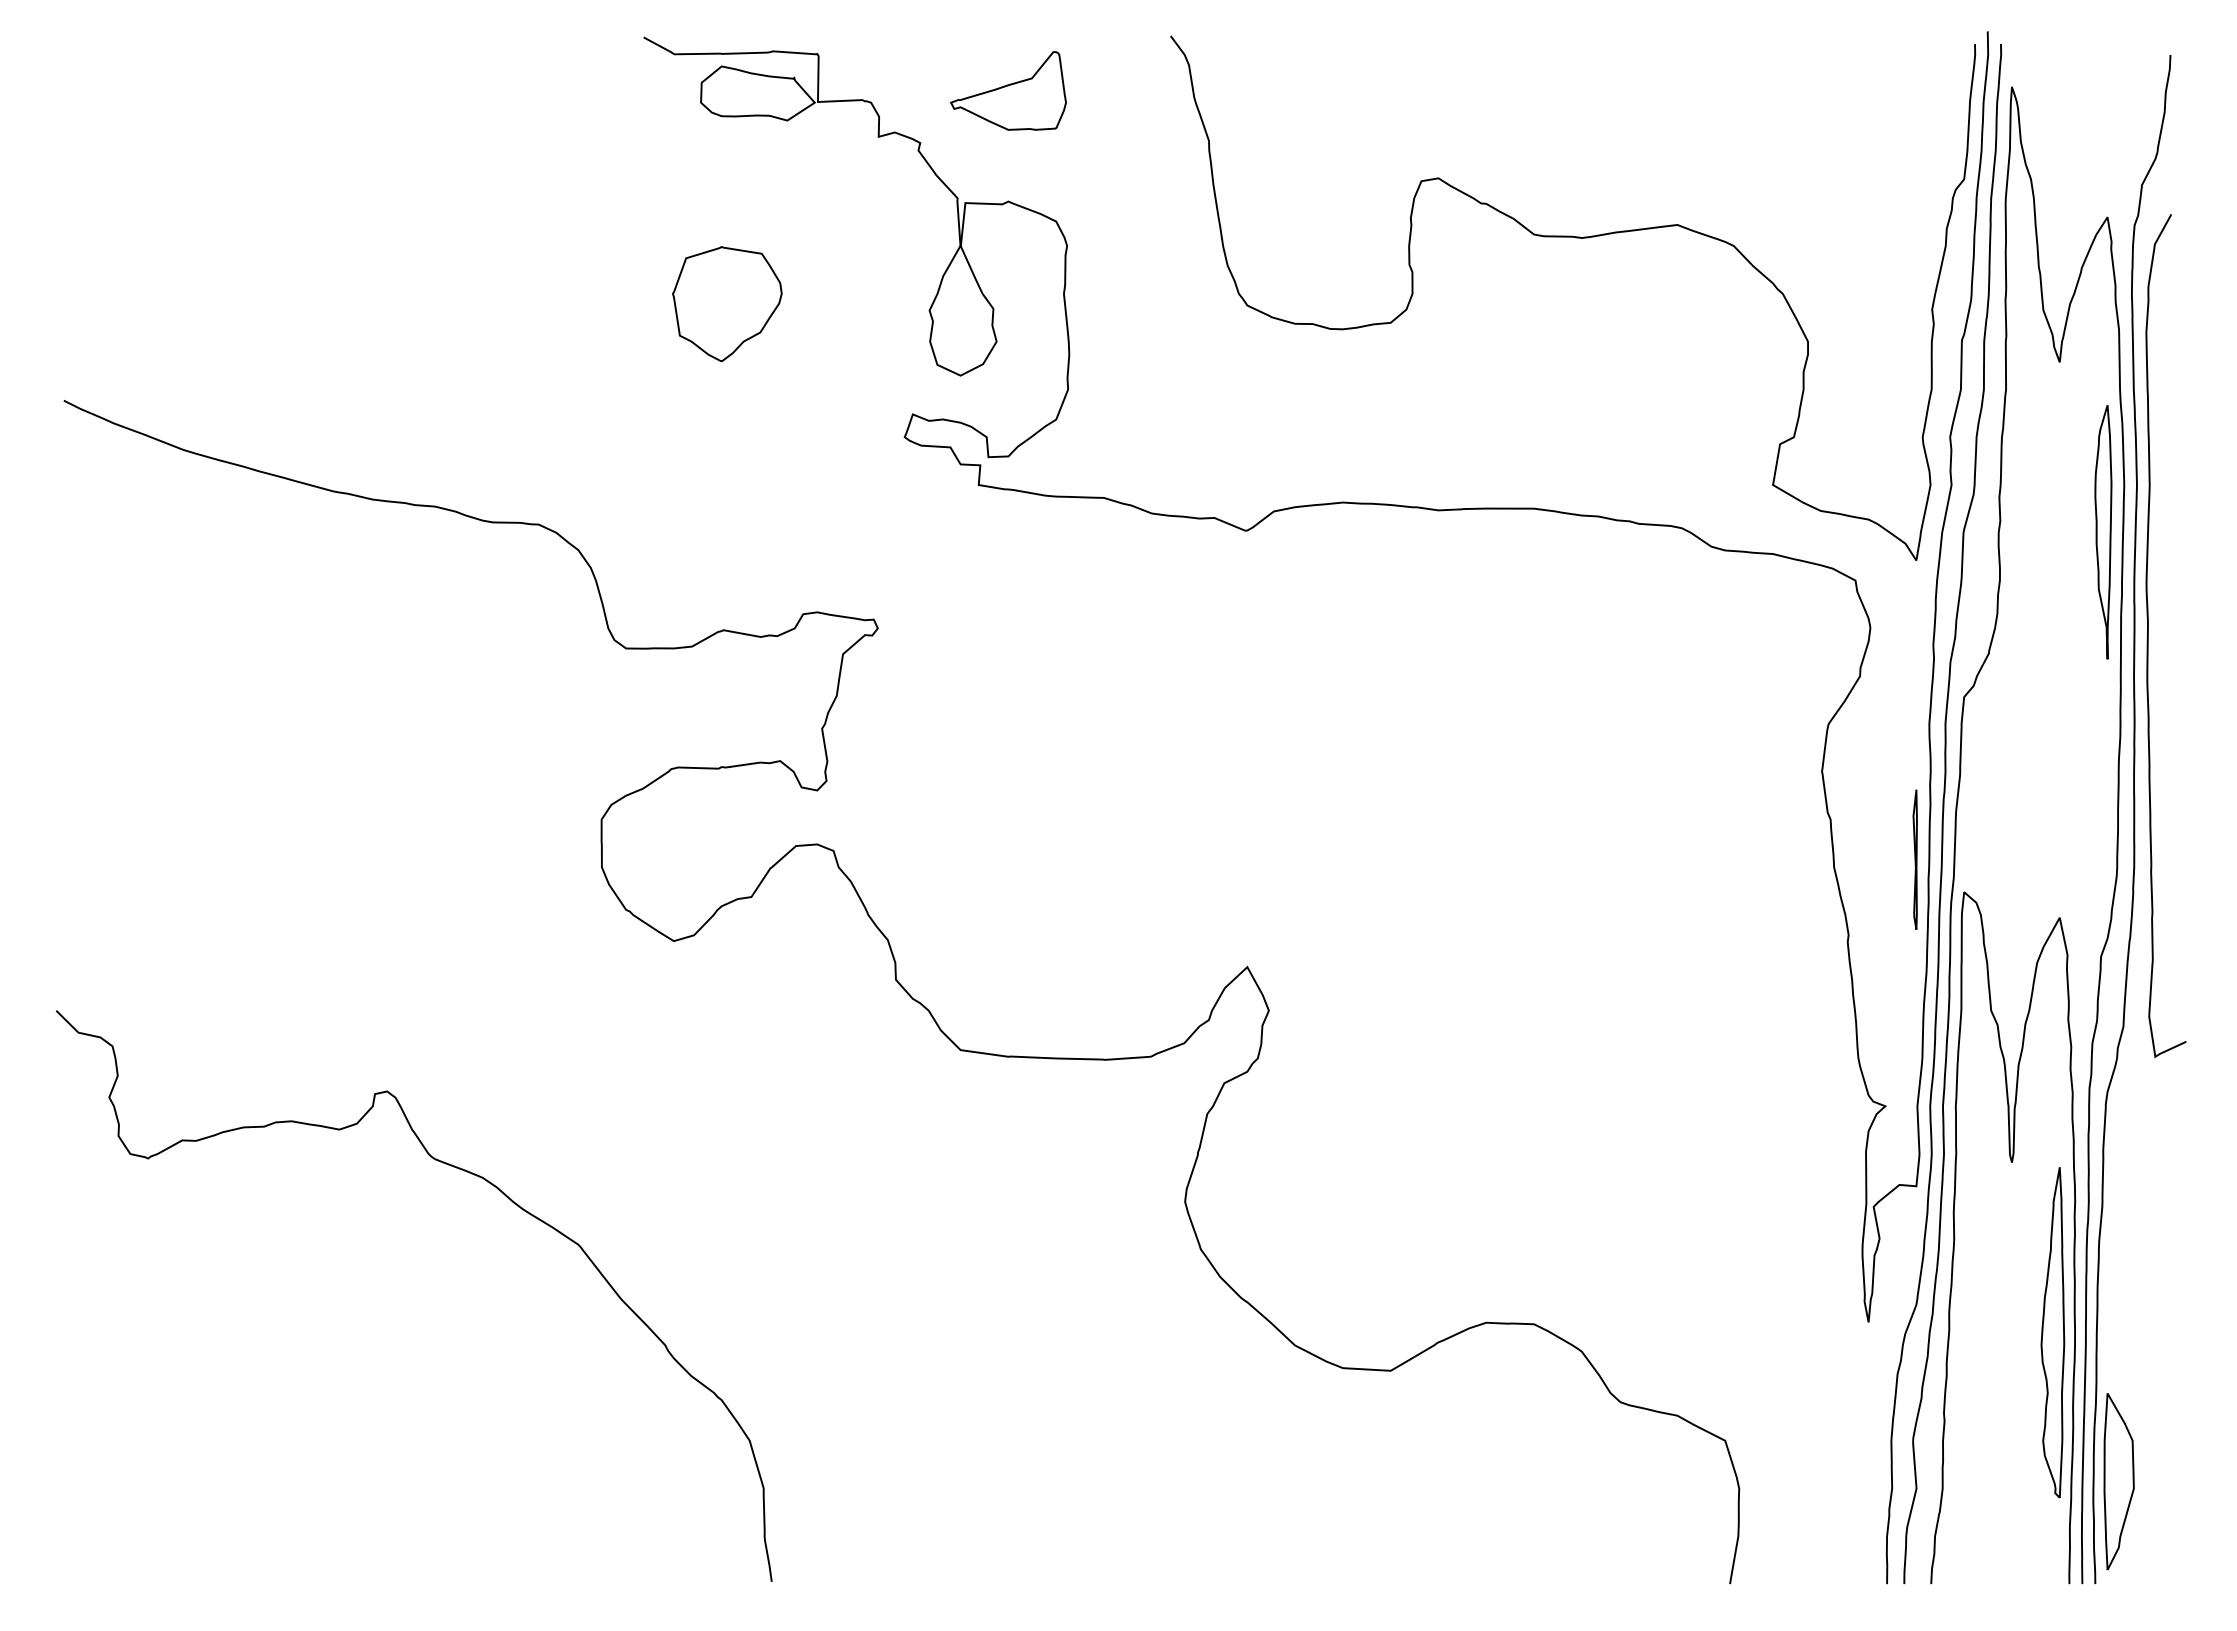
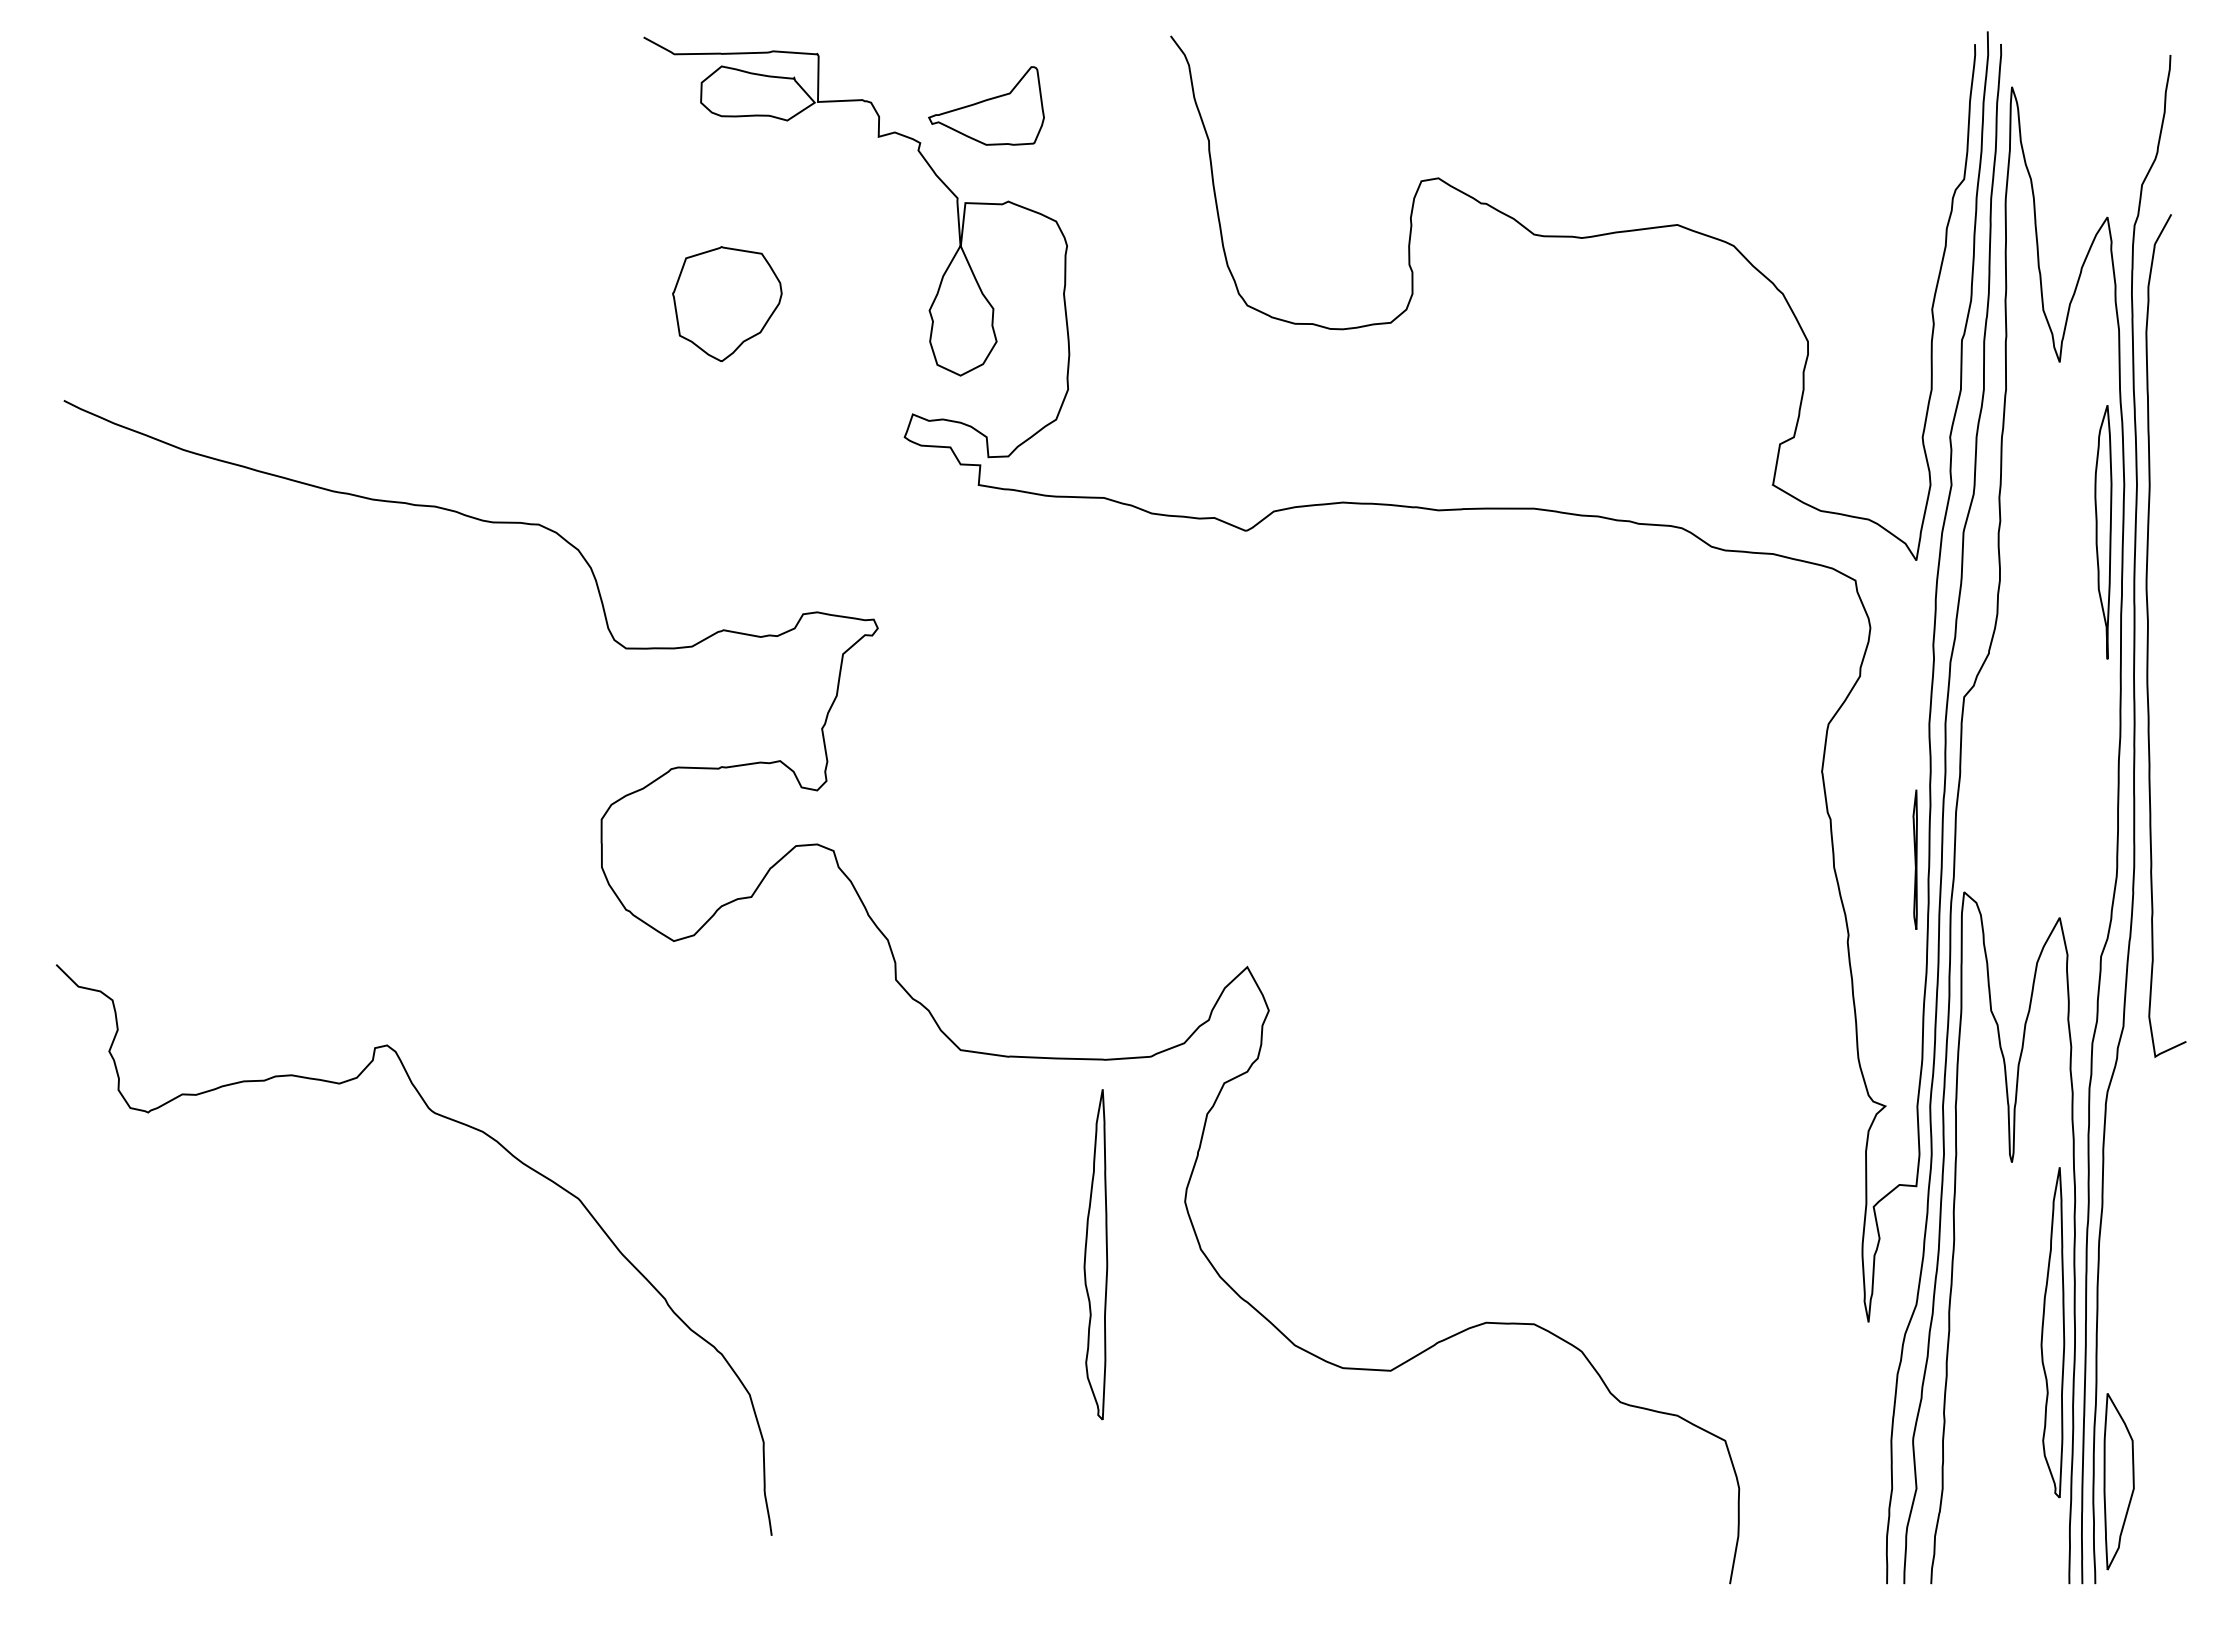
part at (1008, 90) position: (1008, 90) -> (986, 105)
curve at (458, 1169) position: (458, 1169) -> (458, 1123)
part at (1095, 1254): none -> present
